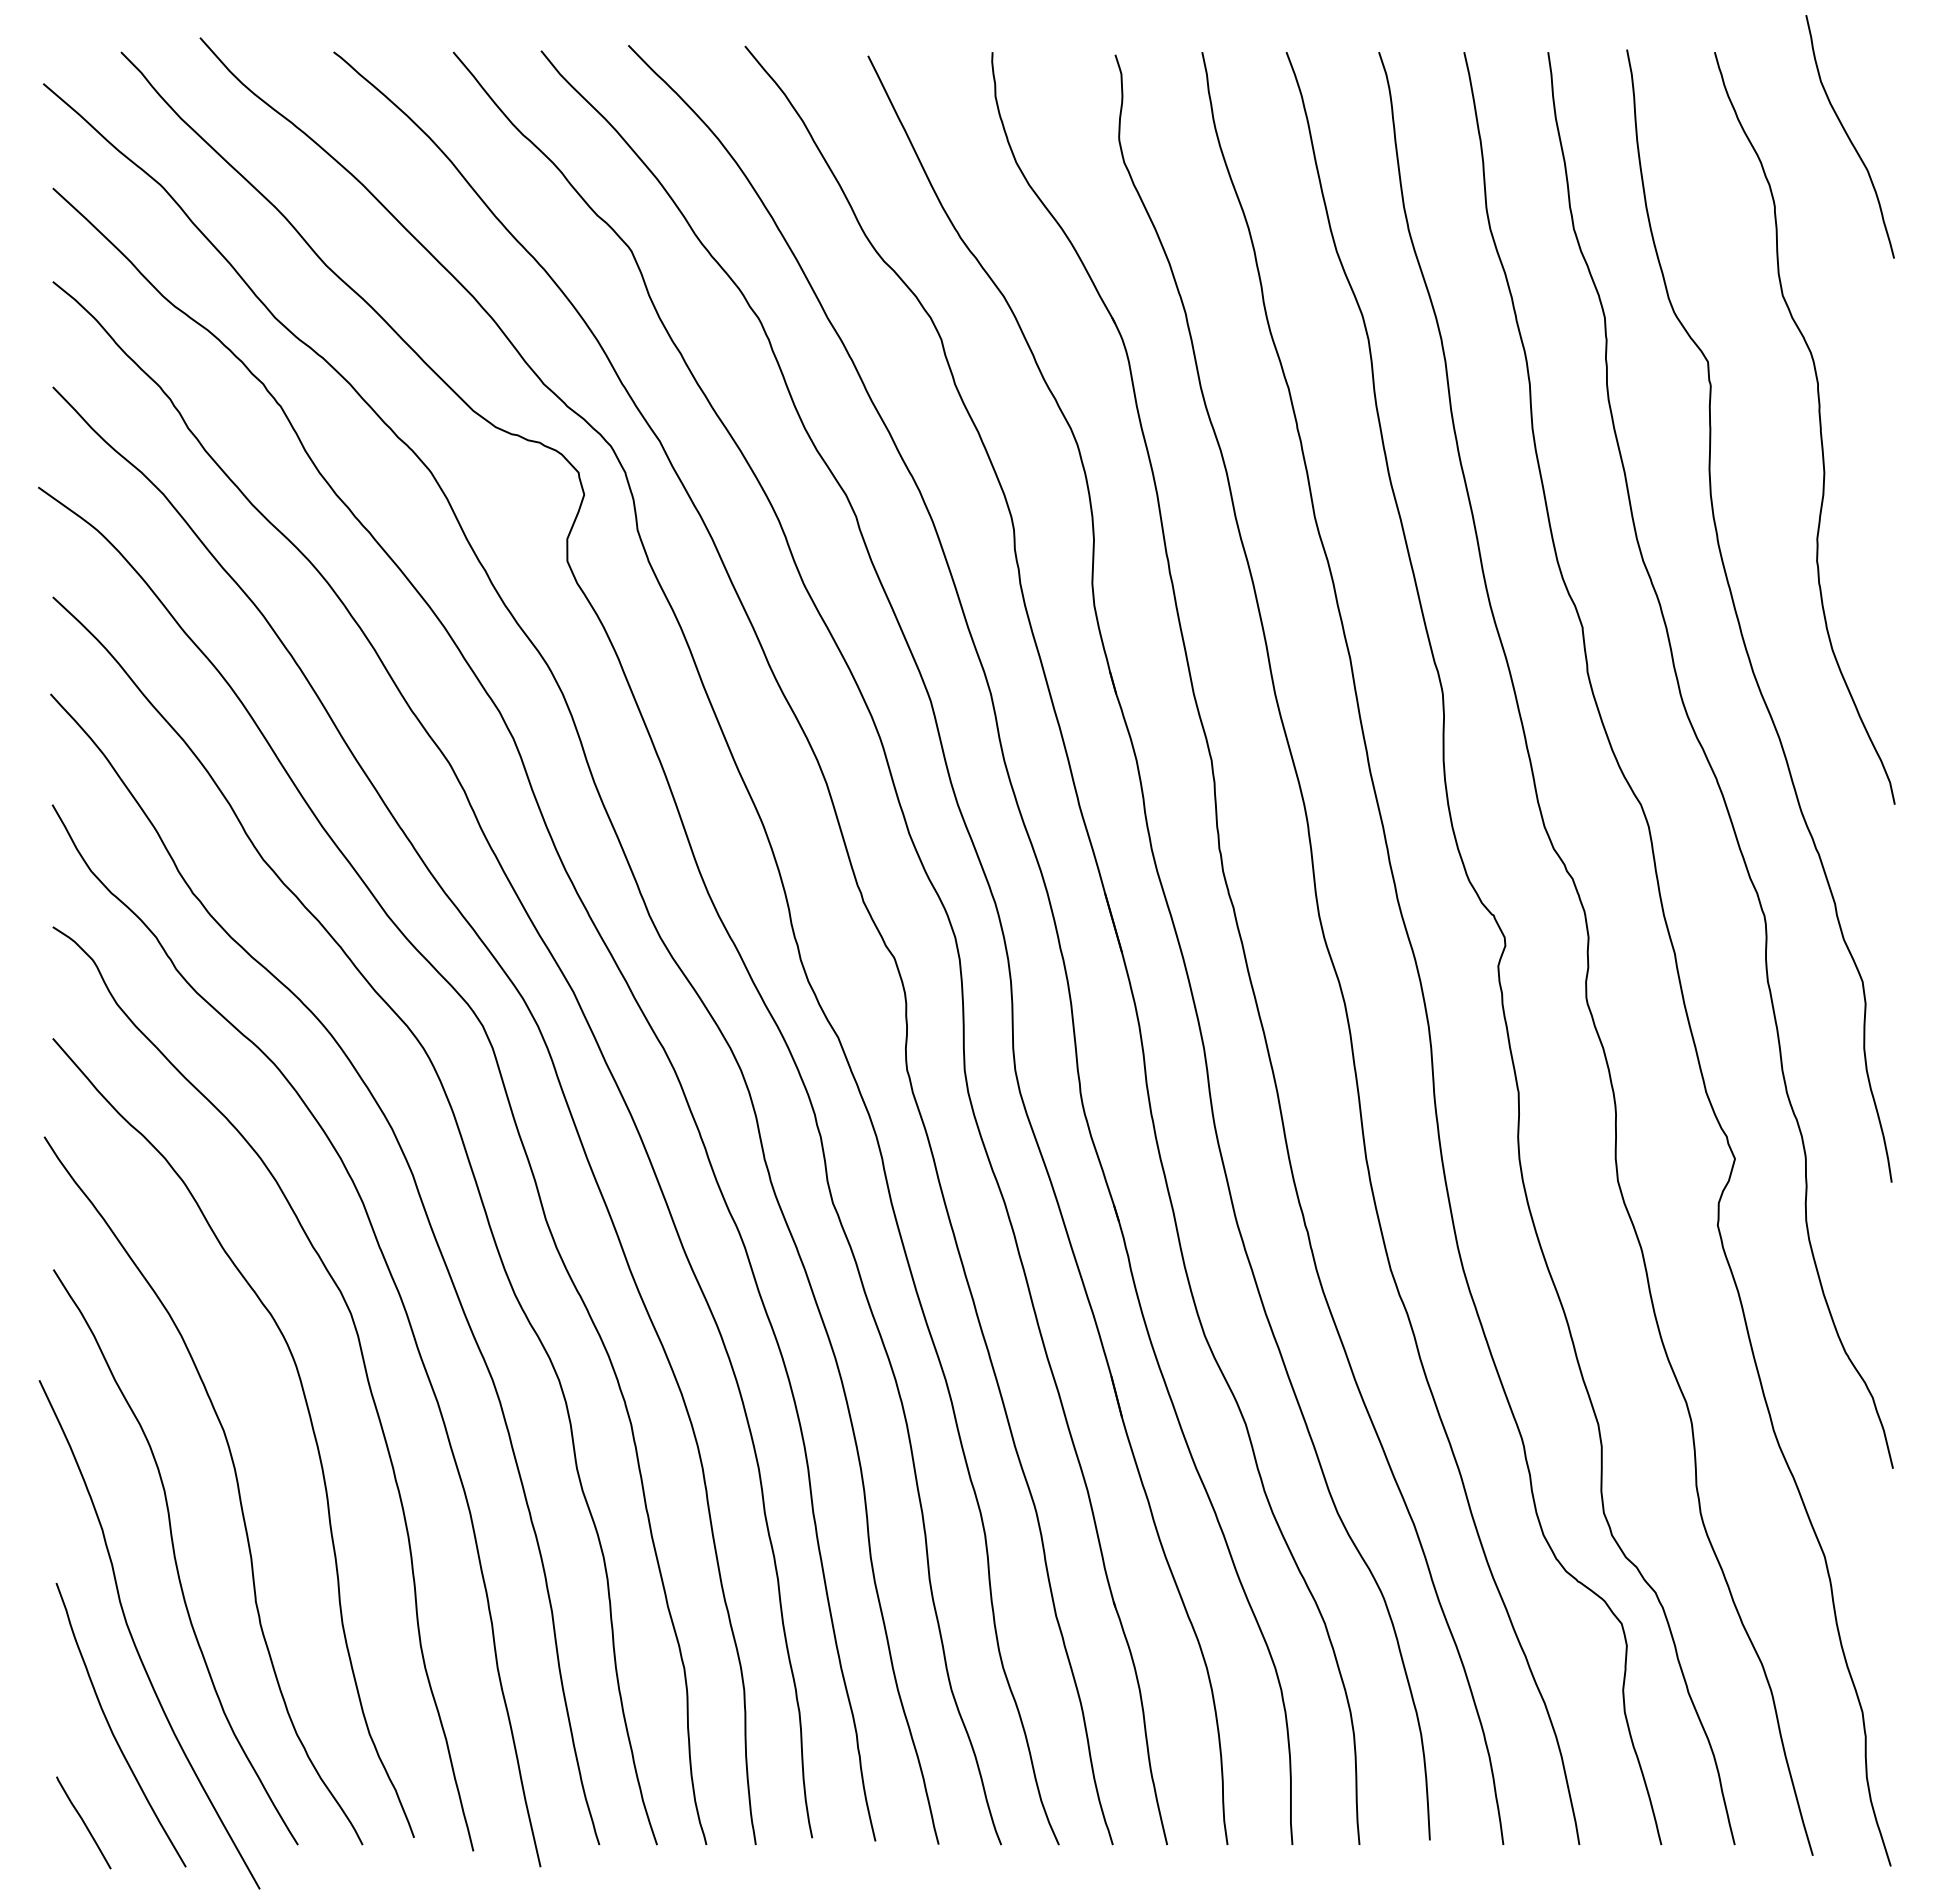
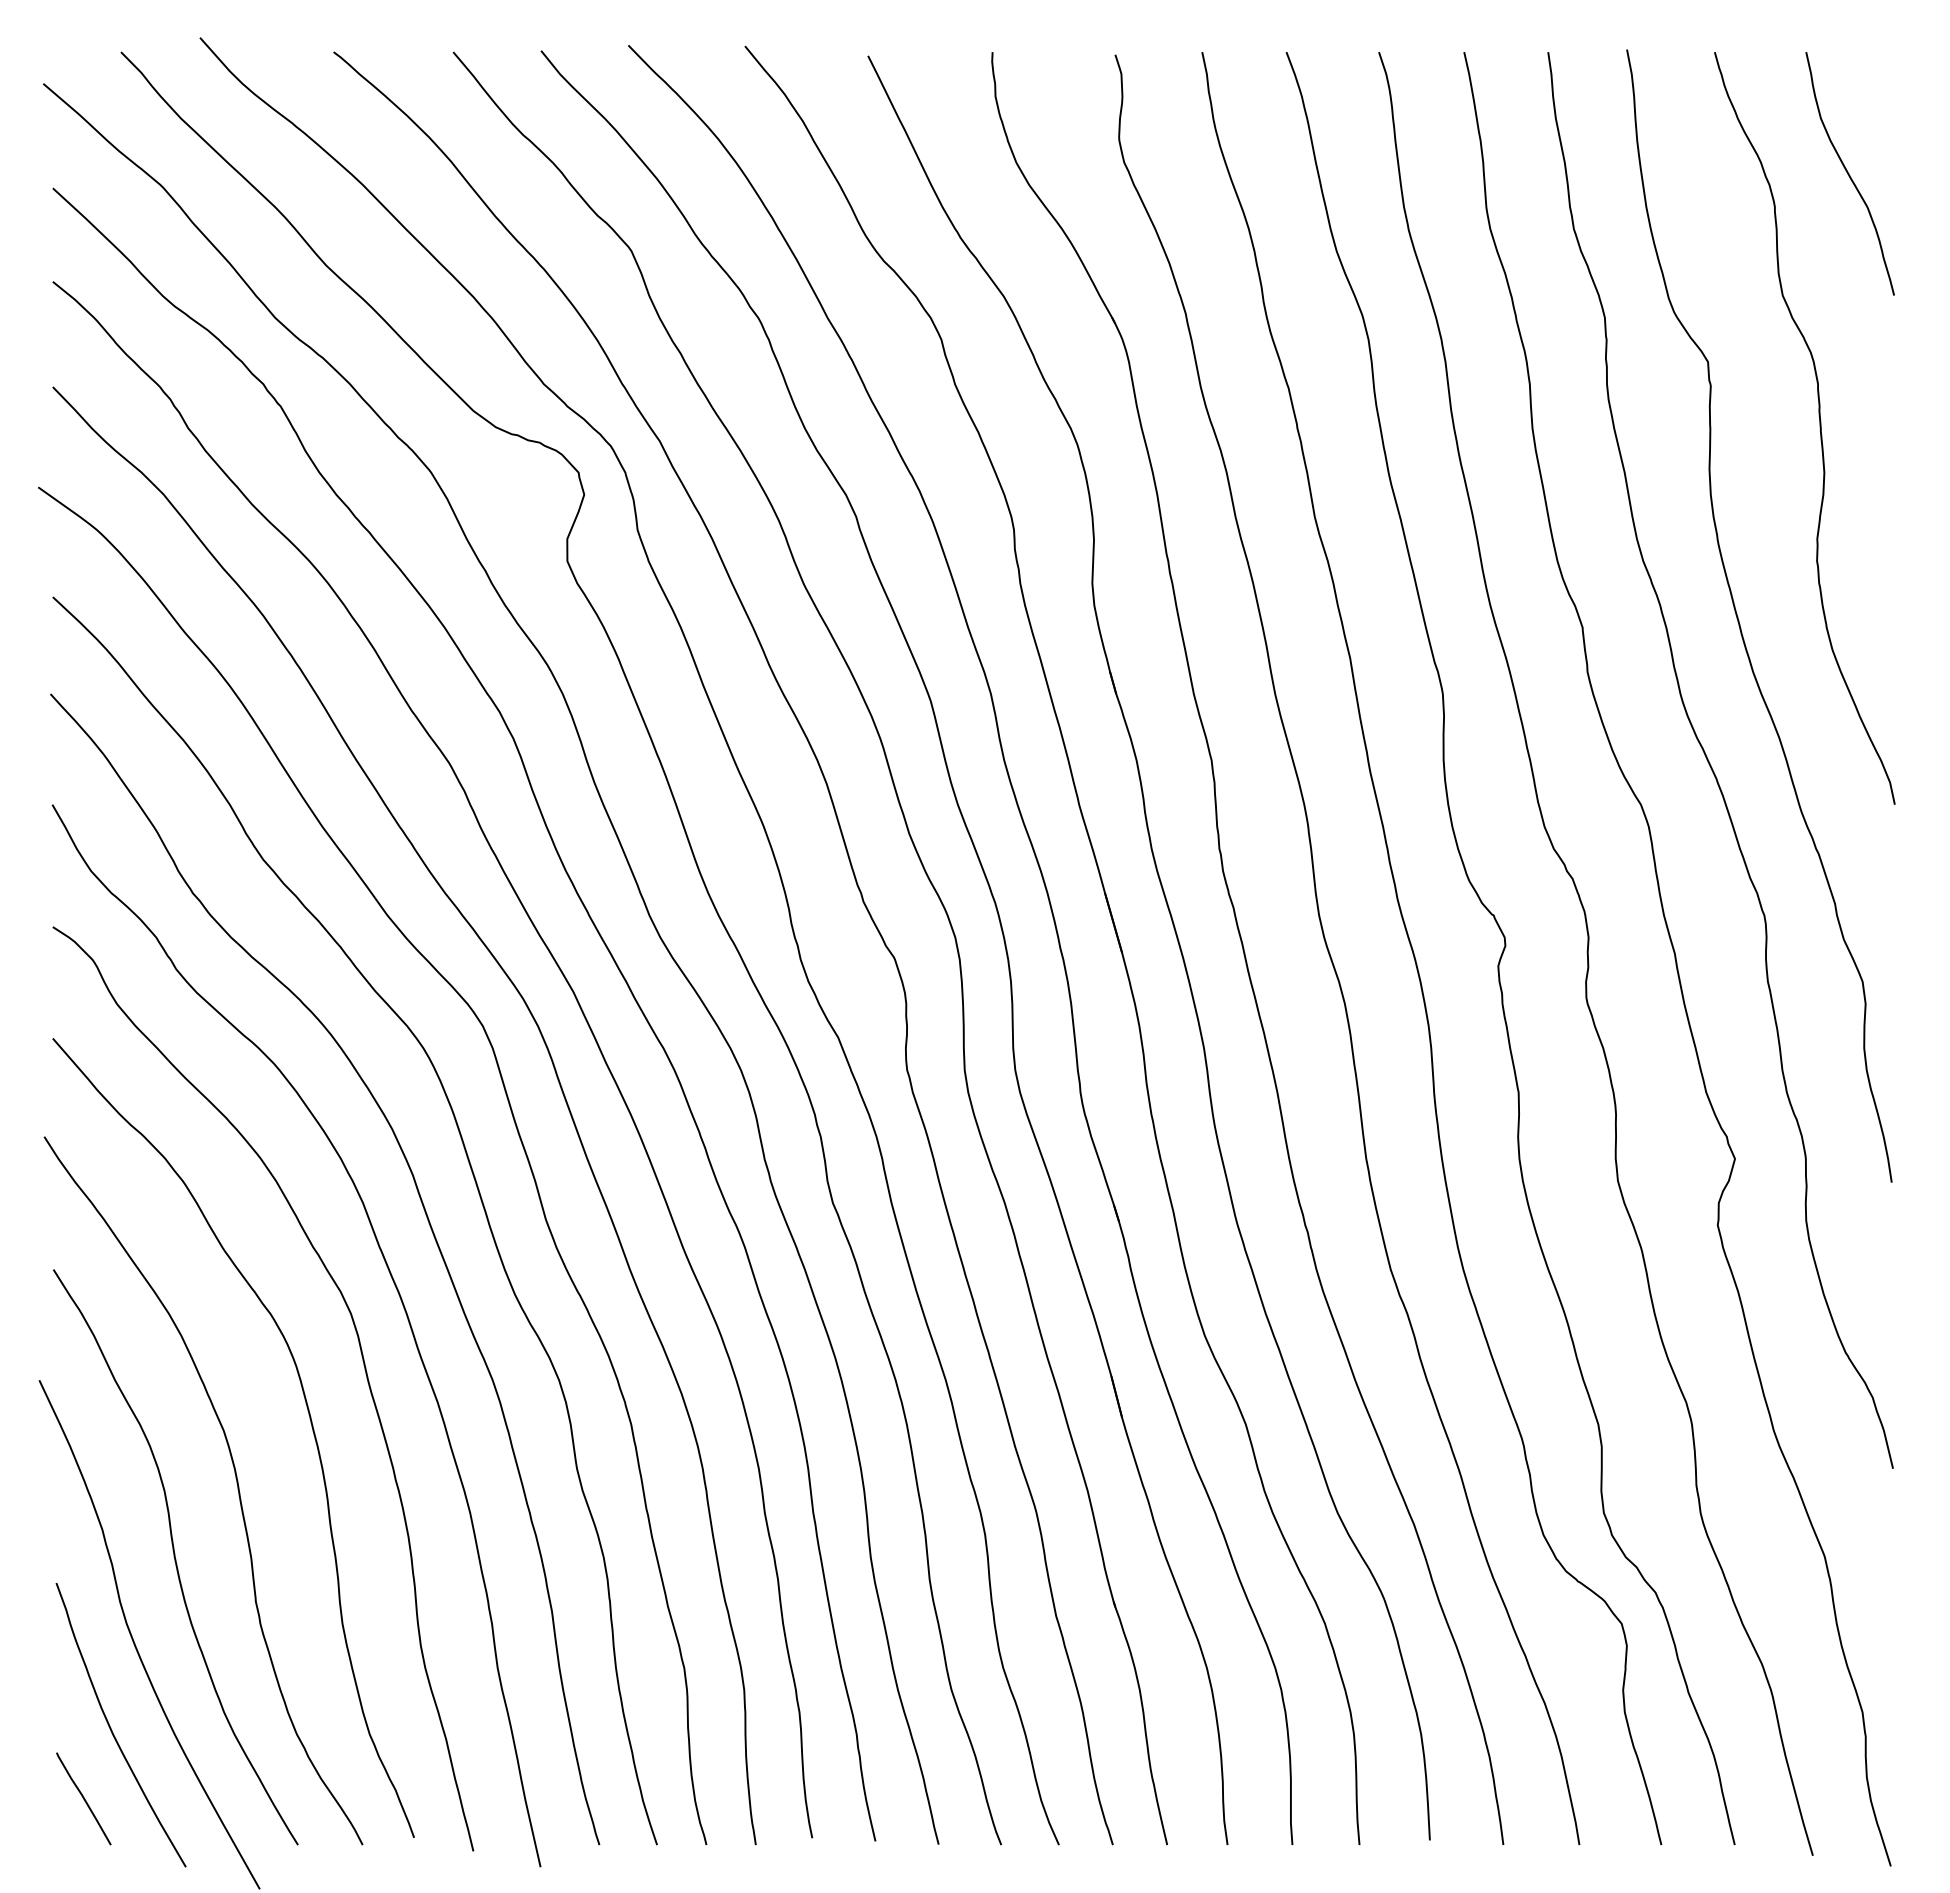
curve at (1849, 136) position: (1849, 136) -> (1849, 173)
line at (83, 1822) position: (83, 1822) -> (83, 1798)
